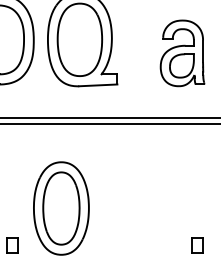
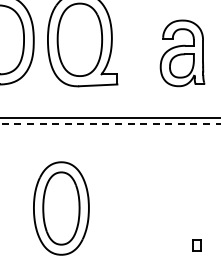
line at (110, 124): solid -> dashed
part at (12, 245): present -> none
part at (197, 245) size: 13x17 px -> 10x13 px
